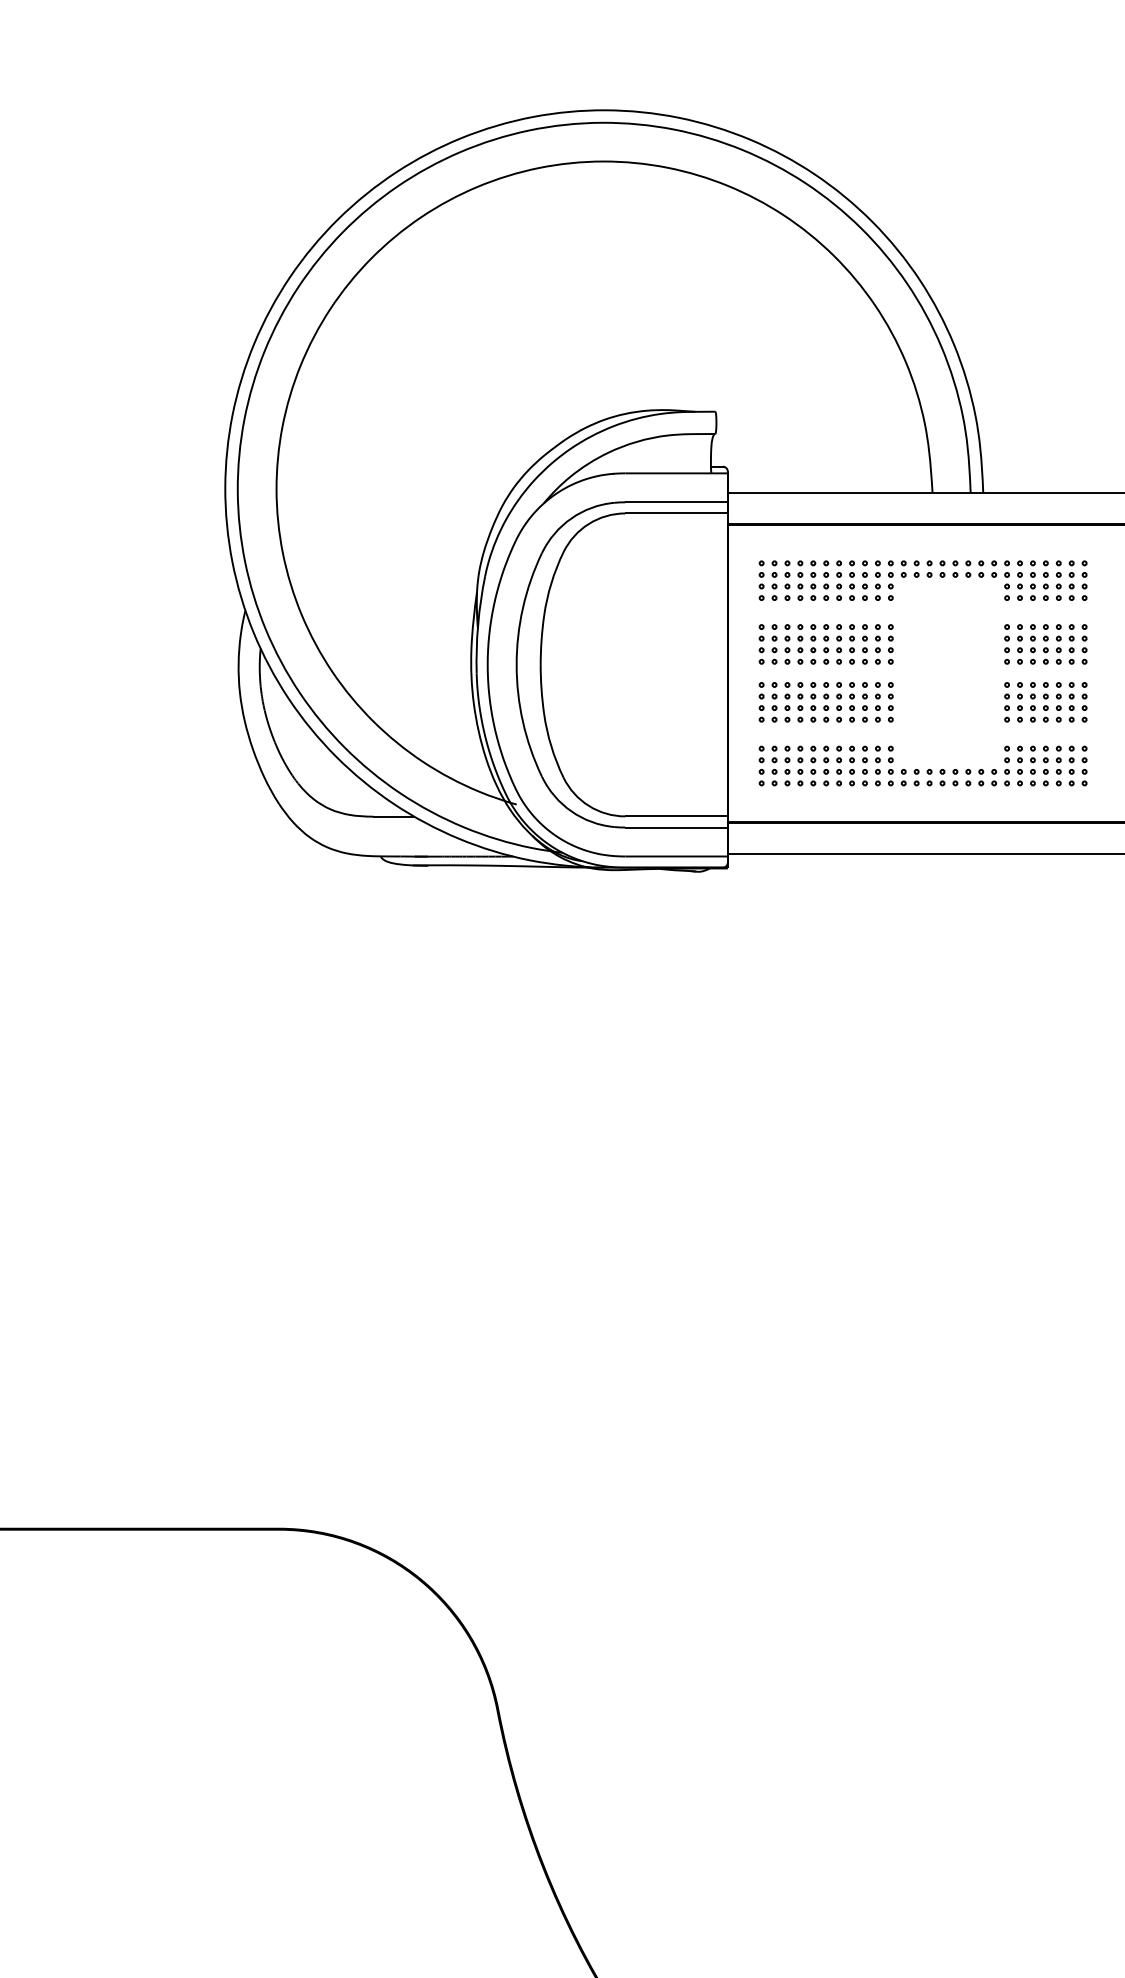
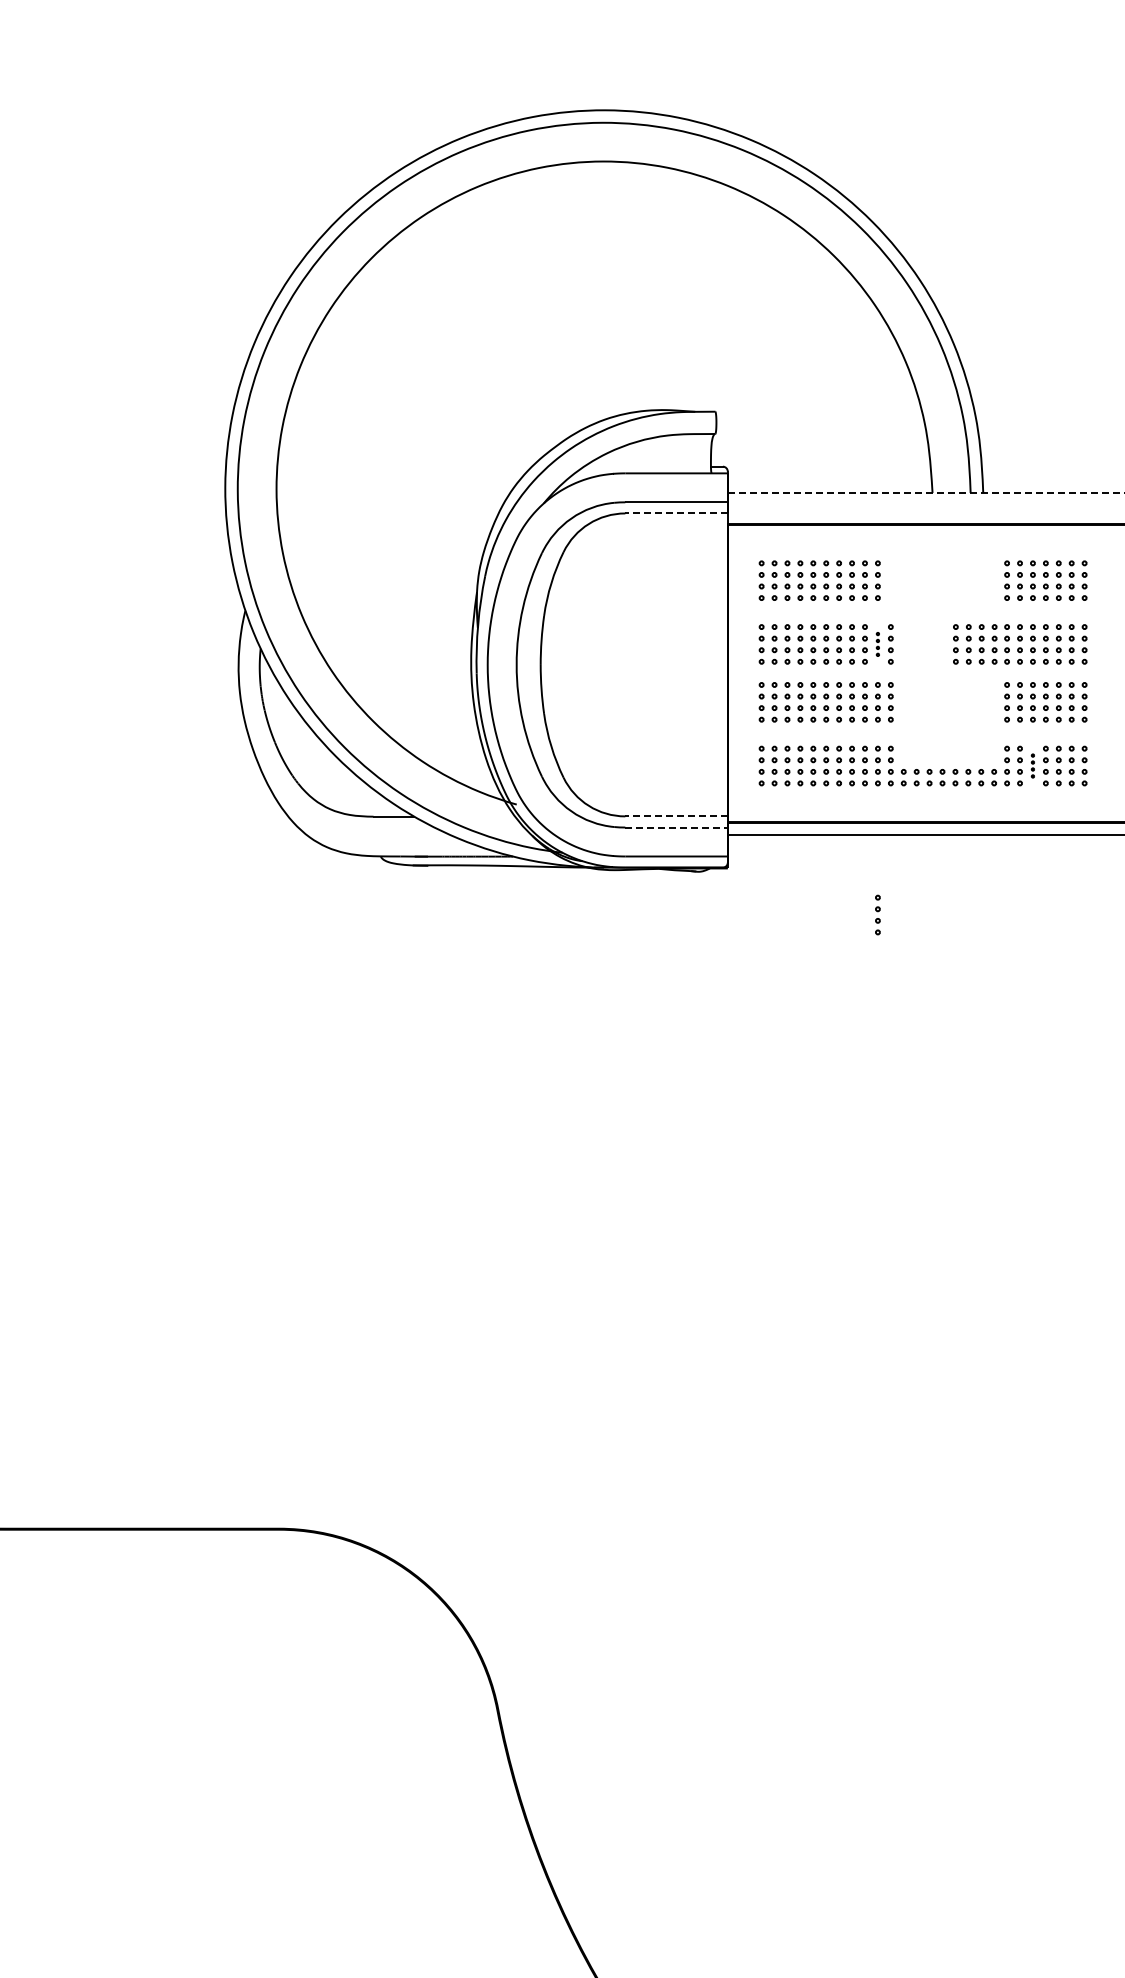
line at (926, 492): solid -> dashed
line at (676, 513): solid -> dashed
part at (942, 580): present -> none
part at (877, 644) size: 6x41 px -> 5x25 px
part at (975, 644): none -> present
part at (1032, 765) size: 6x42 px -> 5x26 px
line at (676, 816): solid -> dashed
line at (677, 827): solid -> dashed
line at (924, 853) position: (924, 853) -> (924, 834)
part at (877, 914): none -> present
